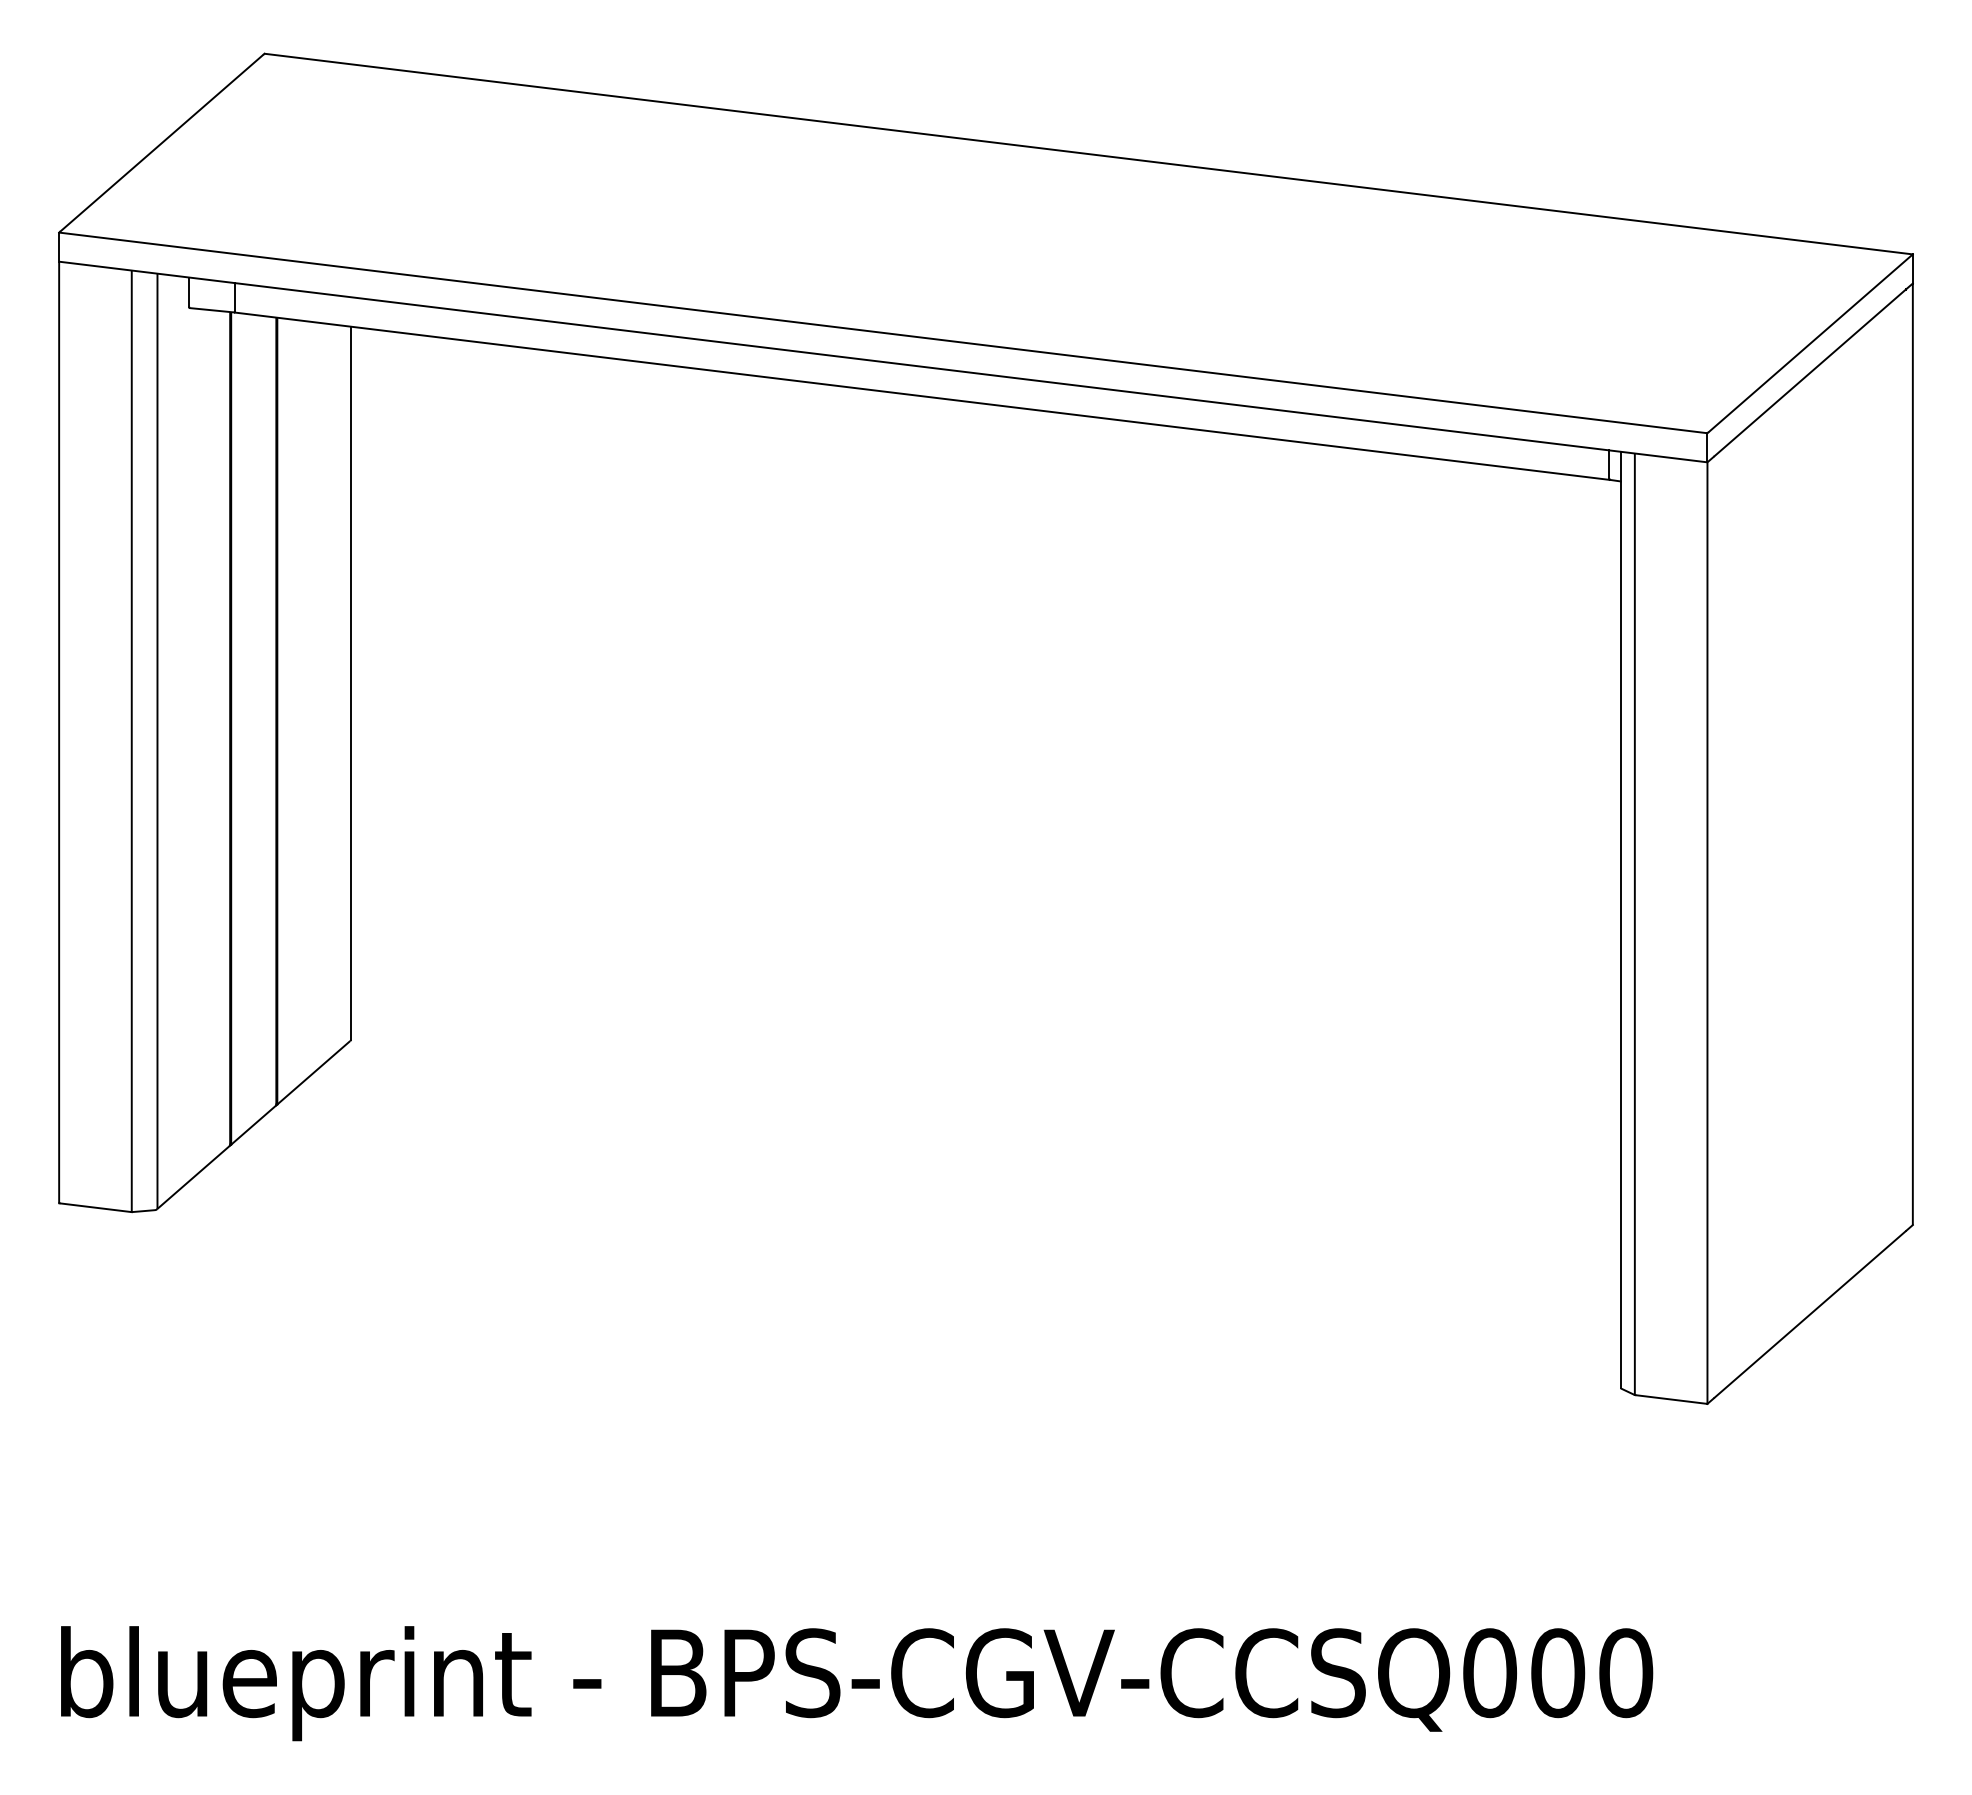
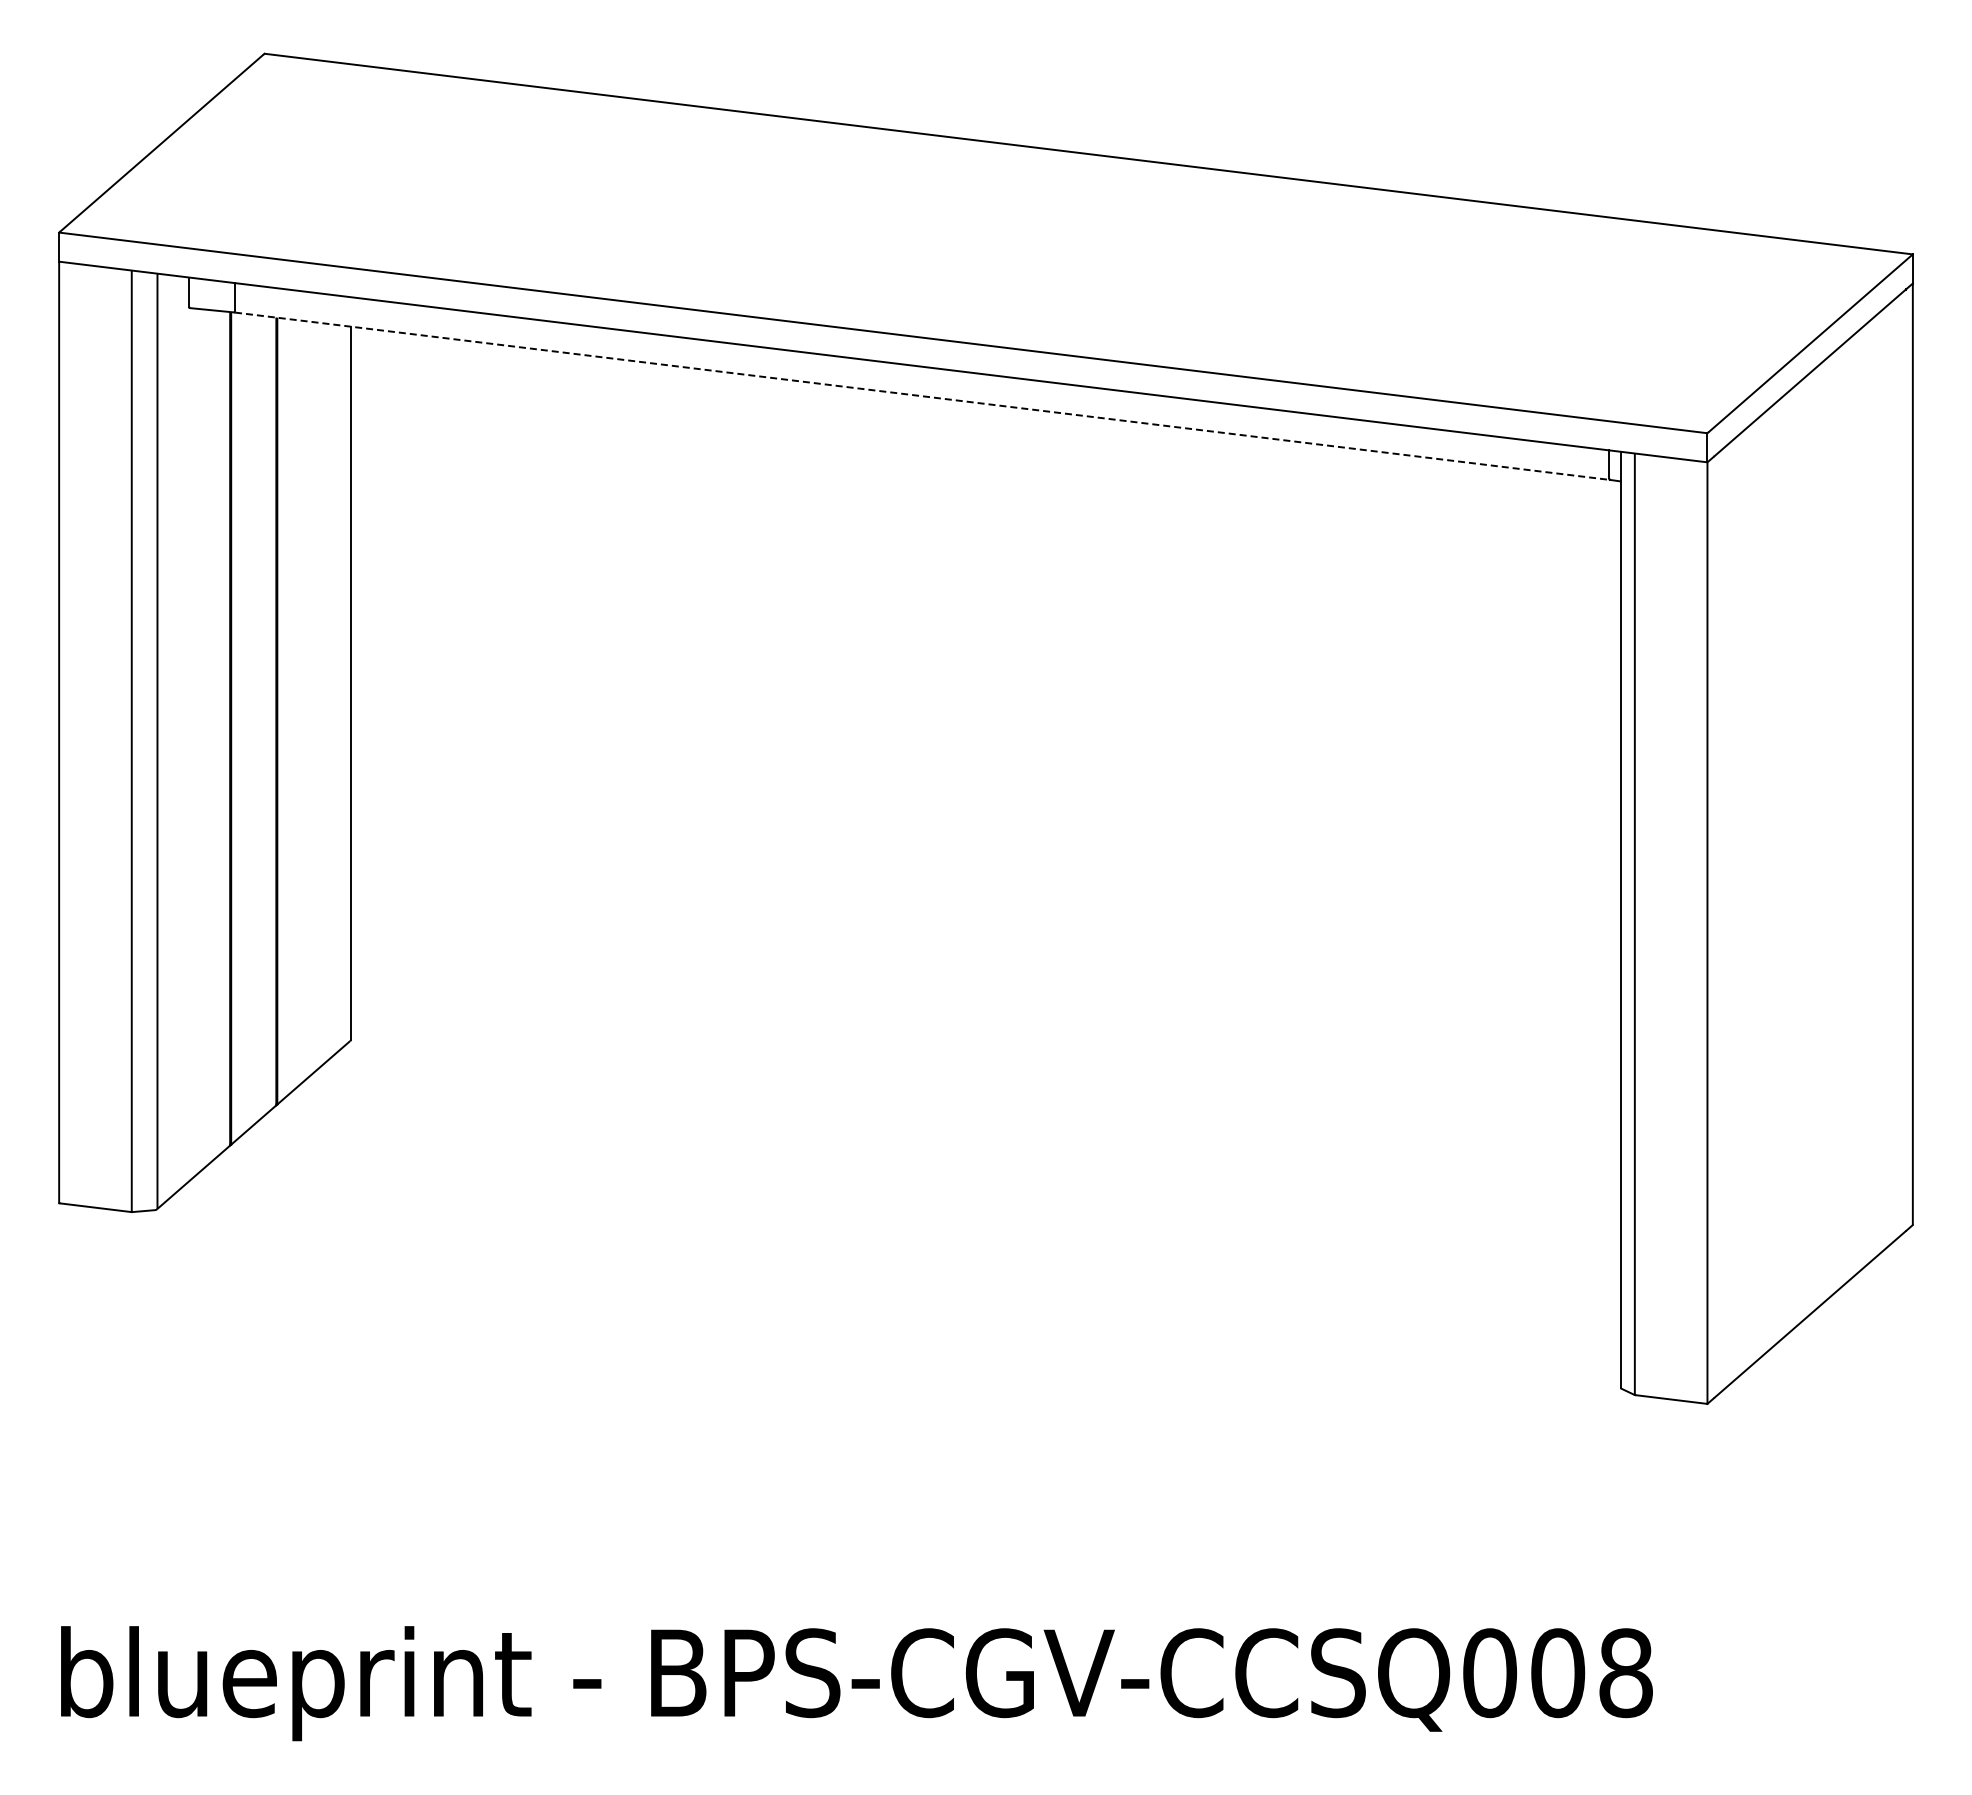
line at (922, 396): solid -> dashed
text at (1626, 1672): BPS-CGV-CCSQ000 -> BPS-CGV-CCSQ008
